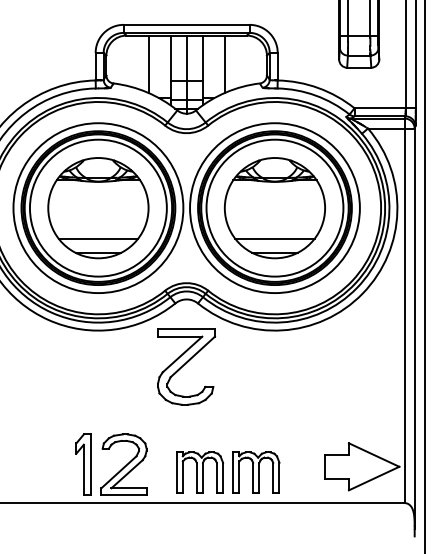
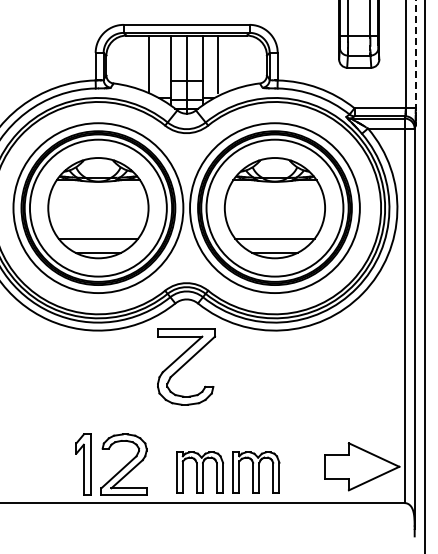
line at (415, 55): solid -> dashed
line at (224, 64) position: (224, 64) -> (217, 64)
